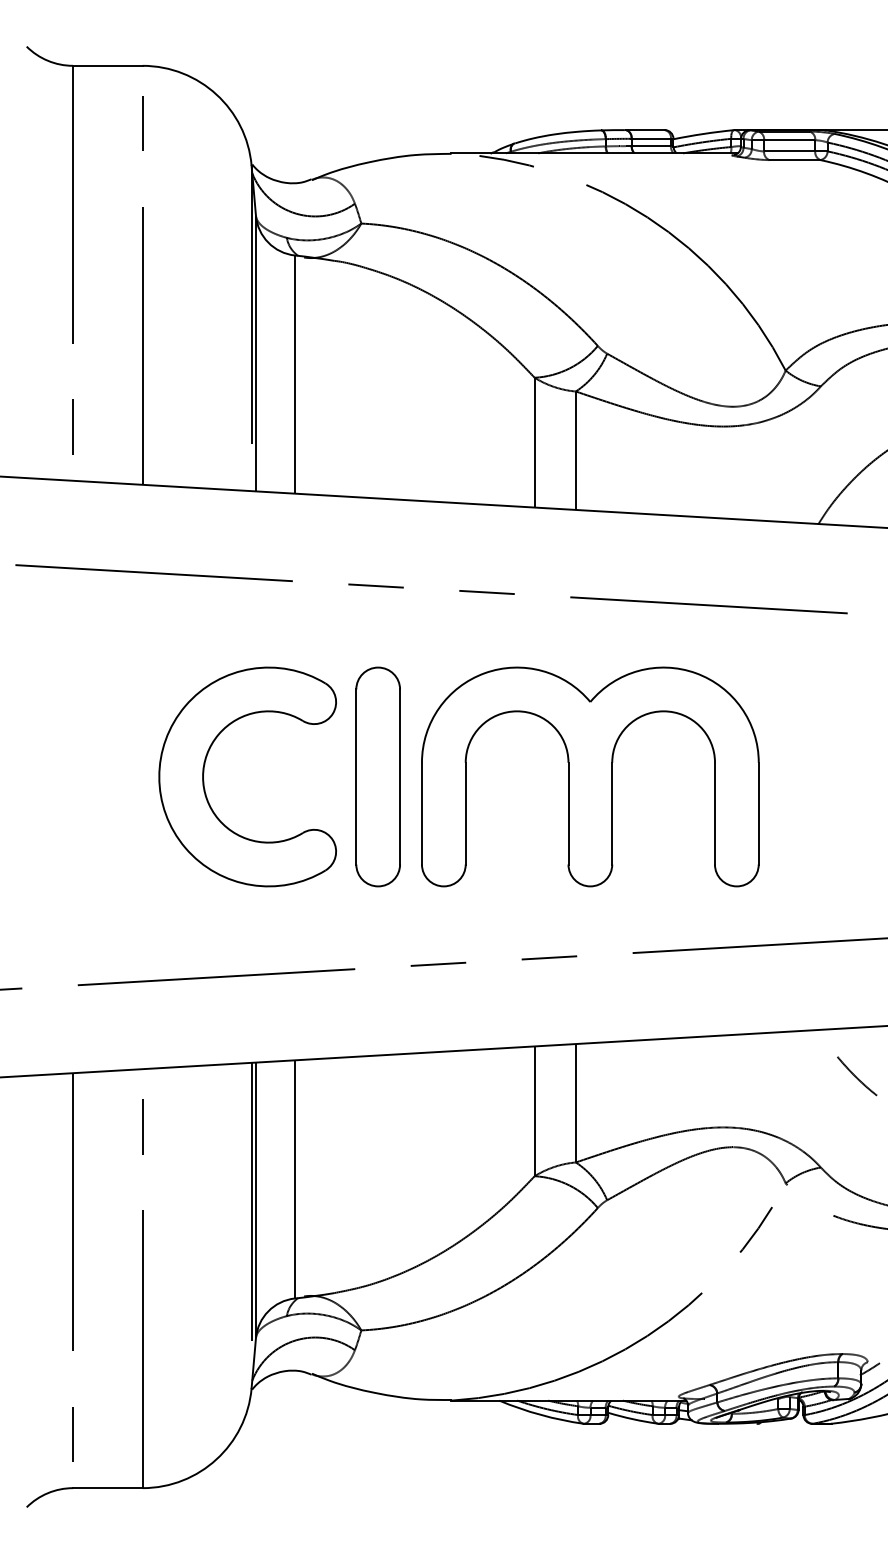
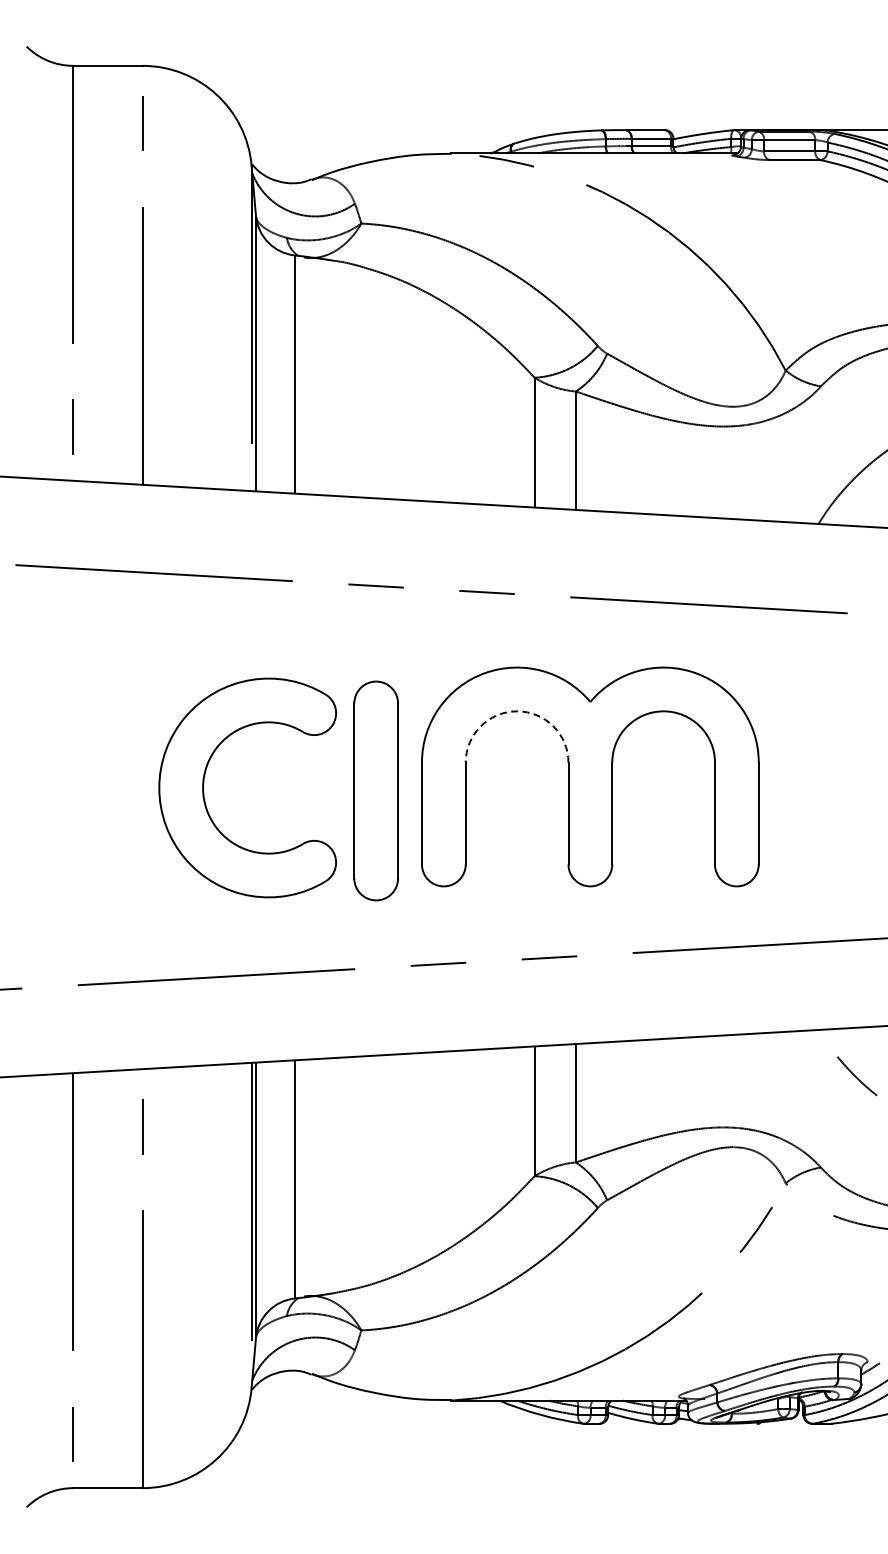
arc at (517, 711): solid -> dashed
part at (204, 773) position: (204, 773) -> (204, 784)
part at (377, 776) position: (377, 776) -> (375, 790)
